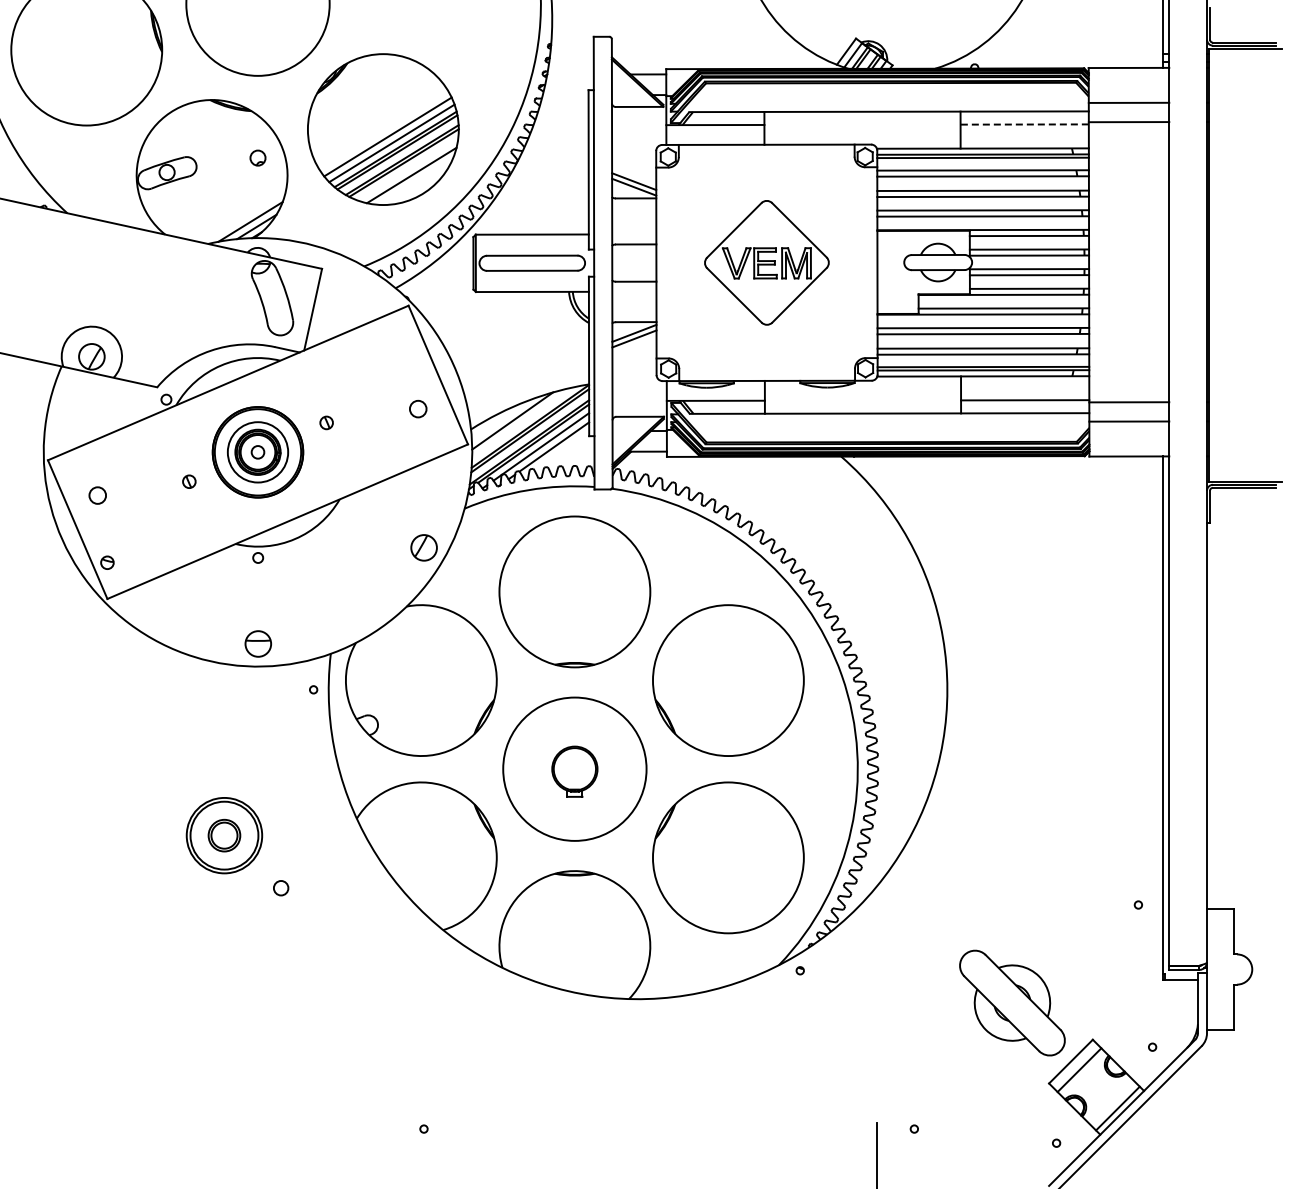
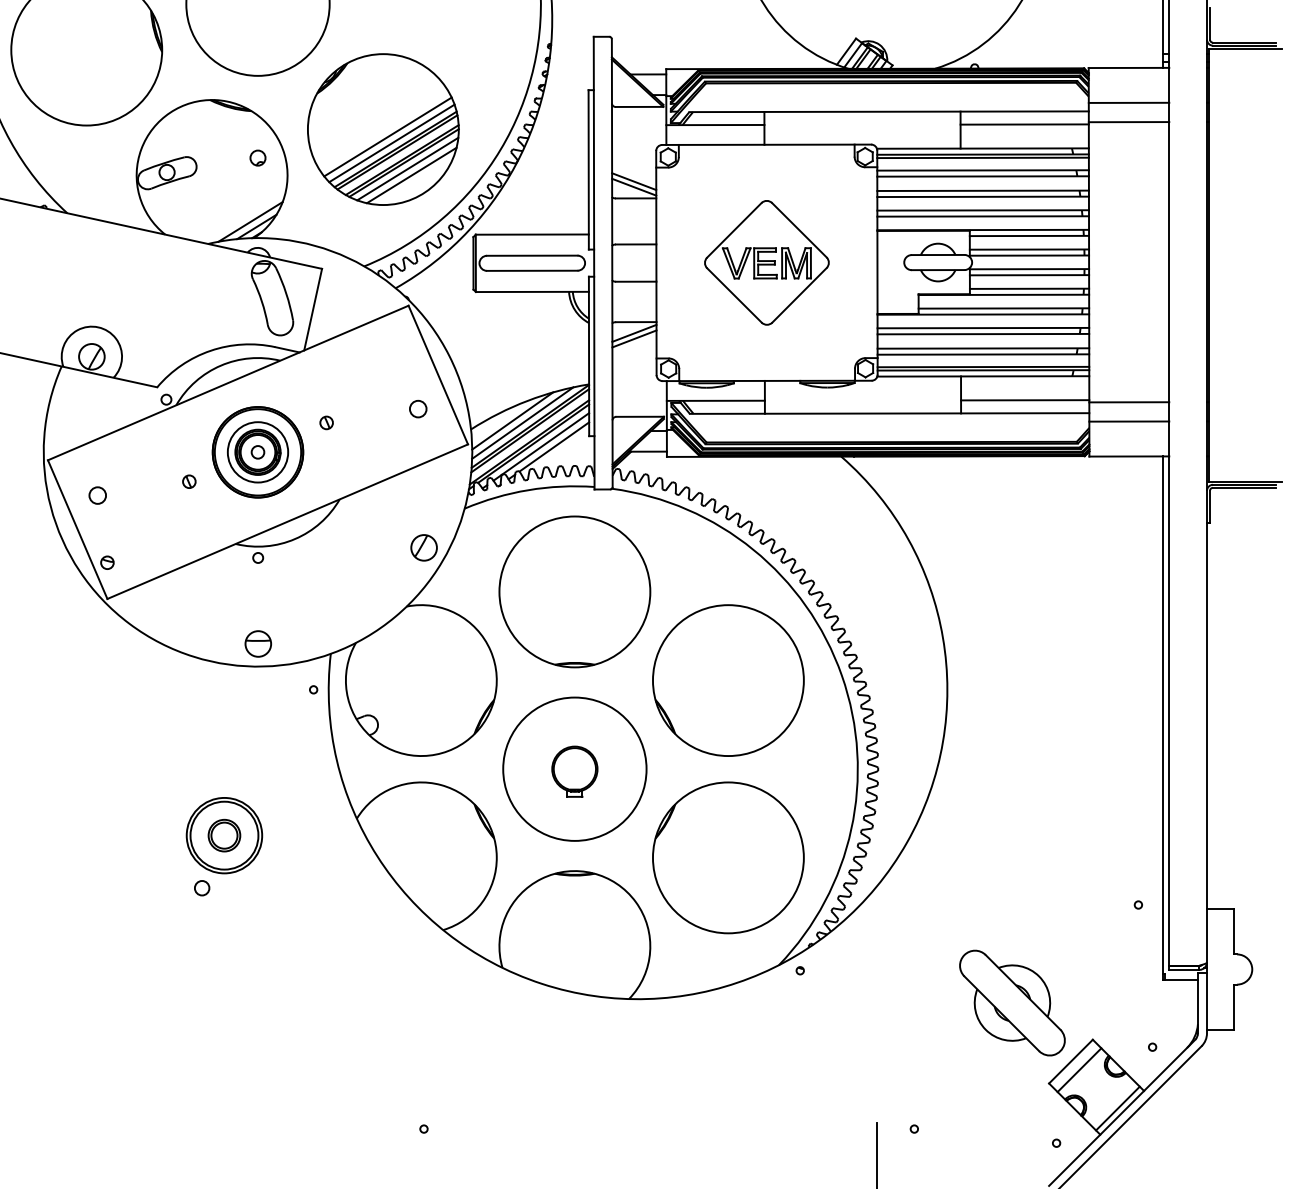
line at (1024, 124): dashed -> solid
line at (407, 168): none -> present
line at (522, 422): none -> present
circle at (281, 888) position: (281, 888) -> (202, 888)
